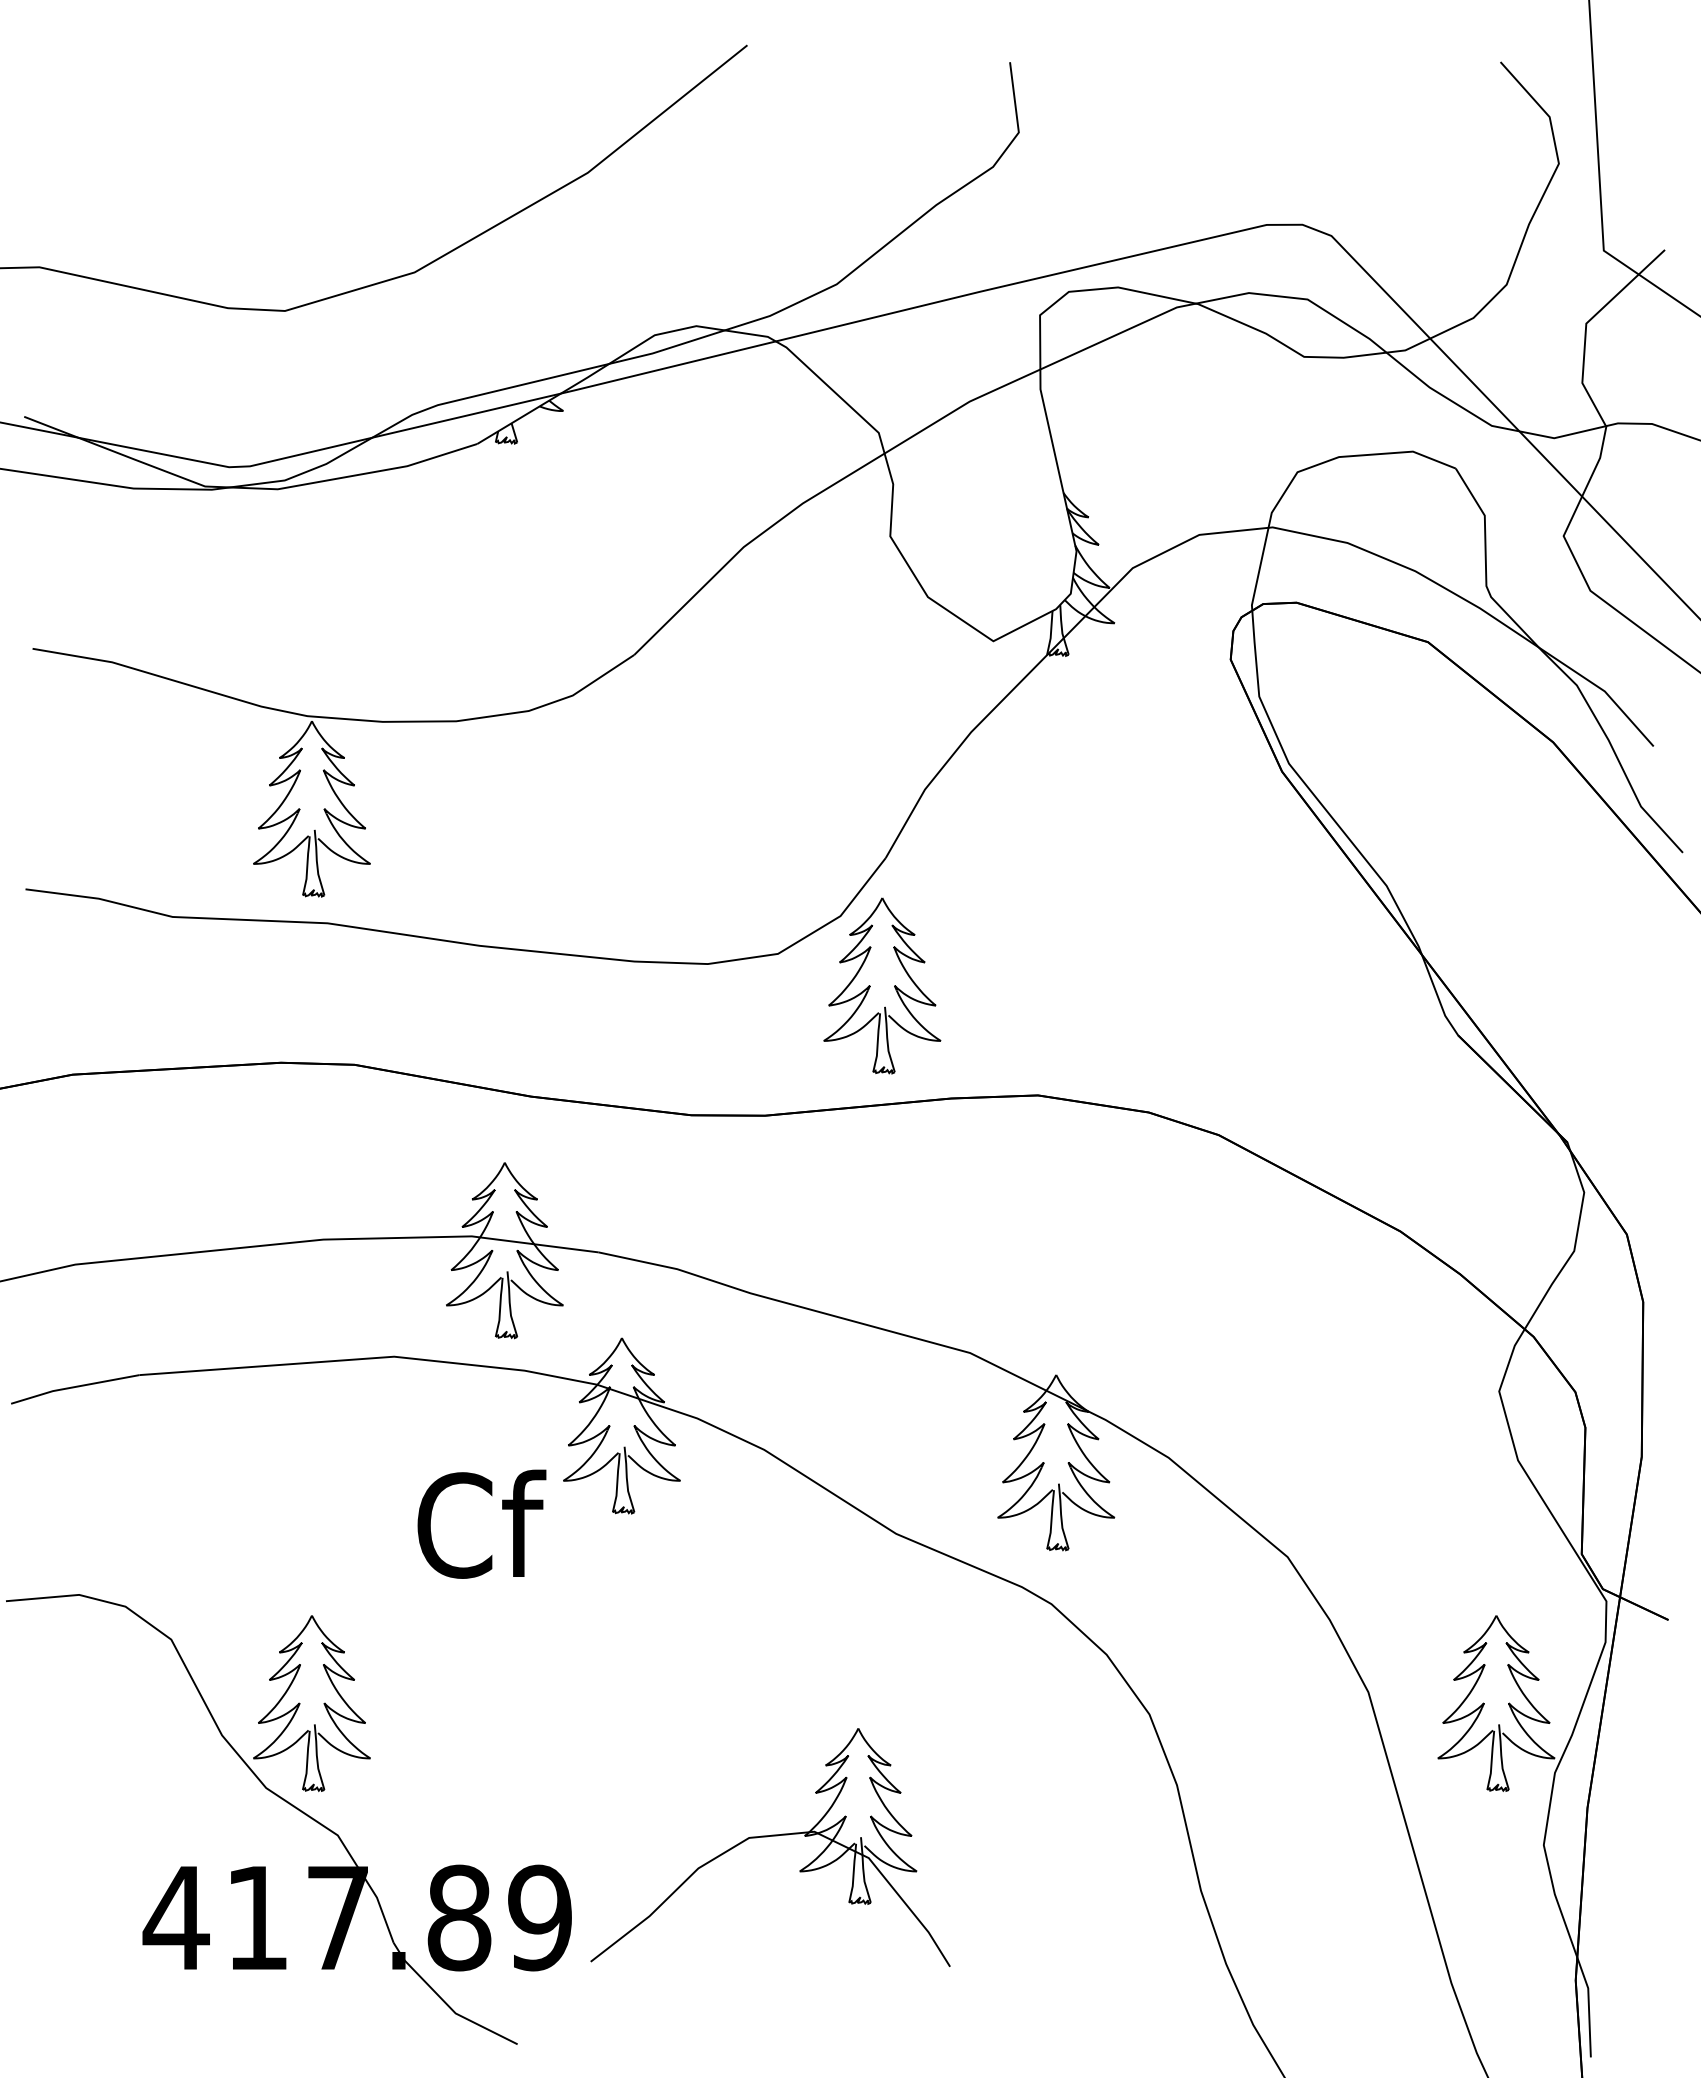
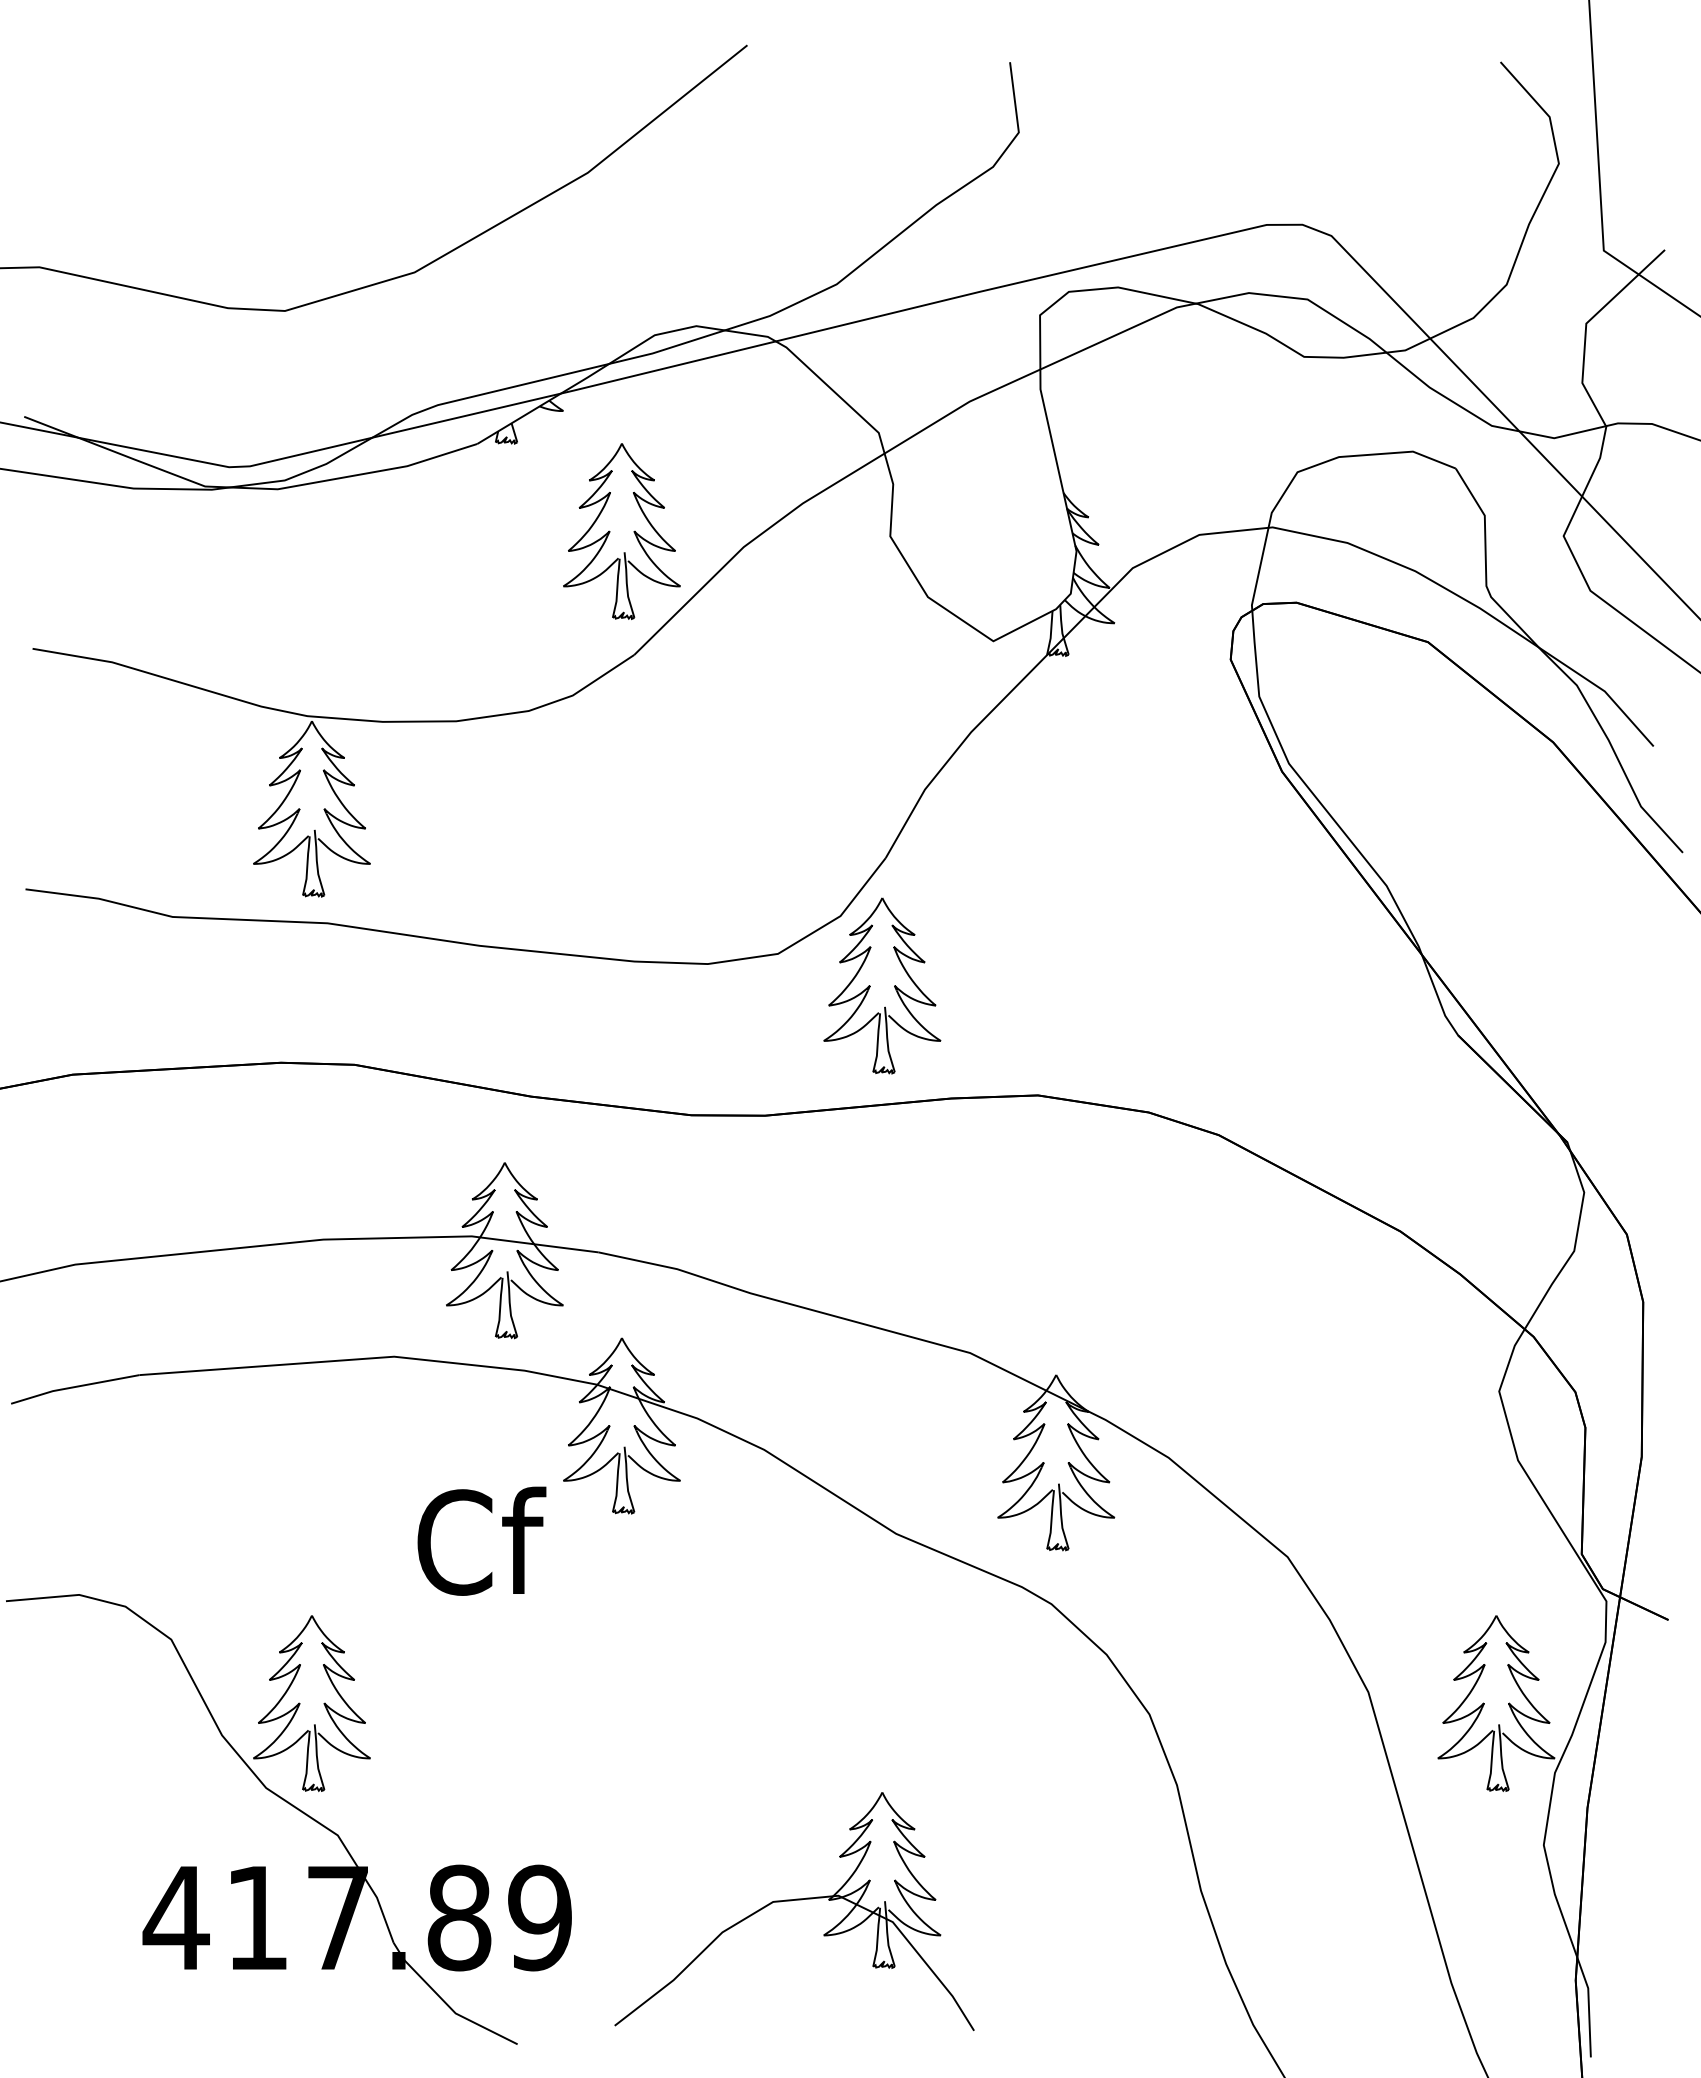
part at (621, 531): none -> present
text at (481, 1523) position: (481, 1523) -> (481, 1540)
part at (767, 1837) position: (767, 1837) -> (791, 1901)
